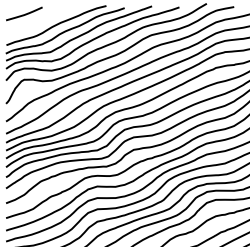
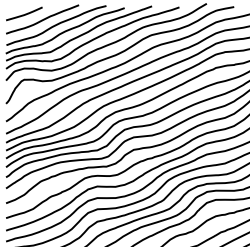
curve at (42, 19): none -> present
